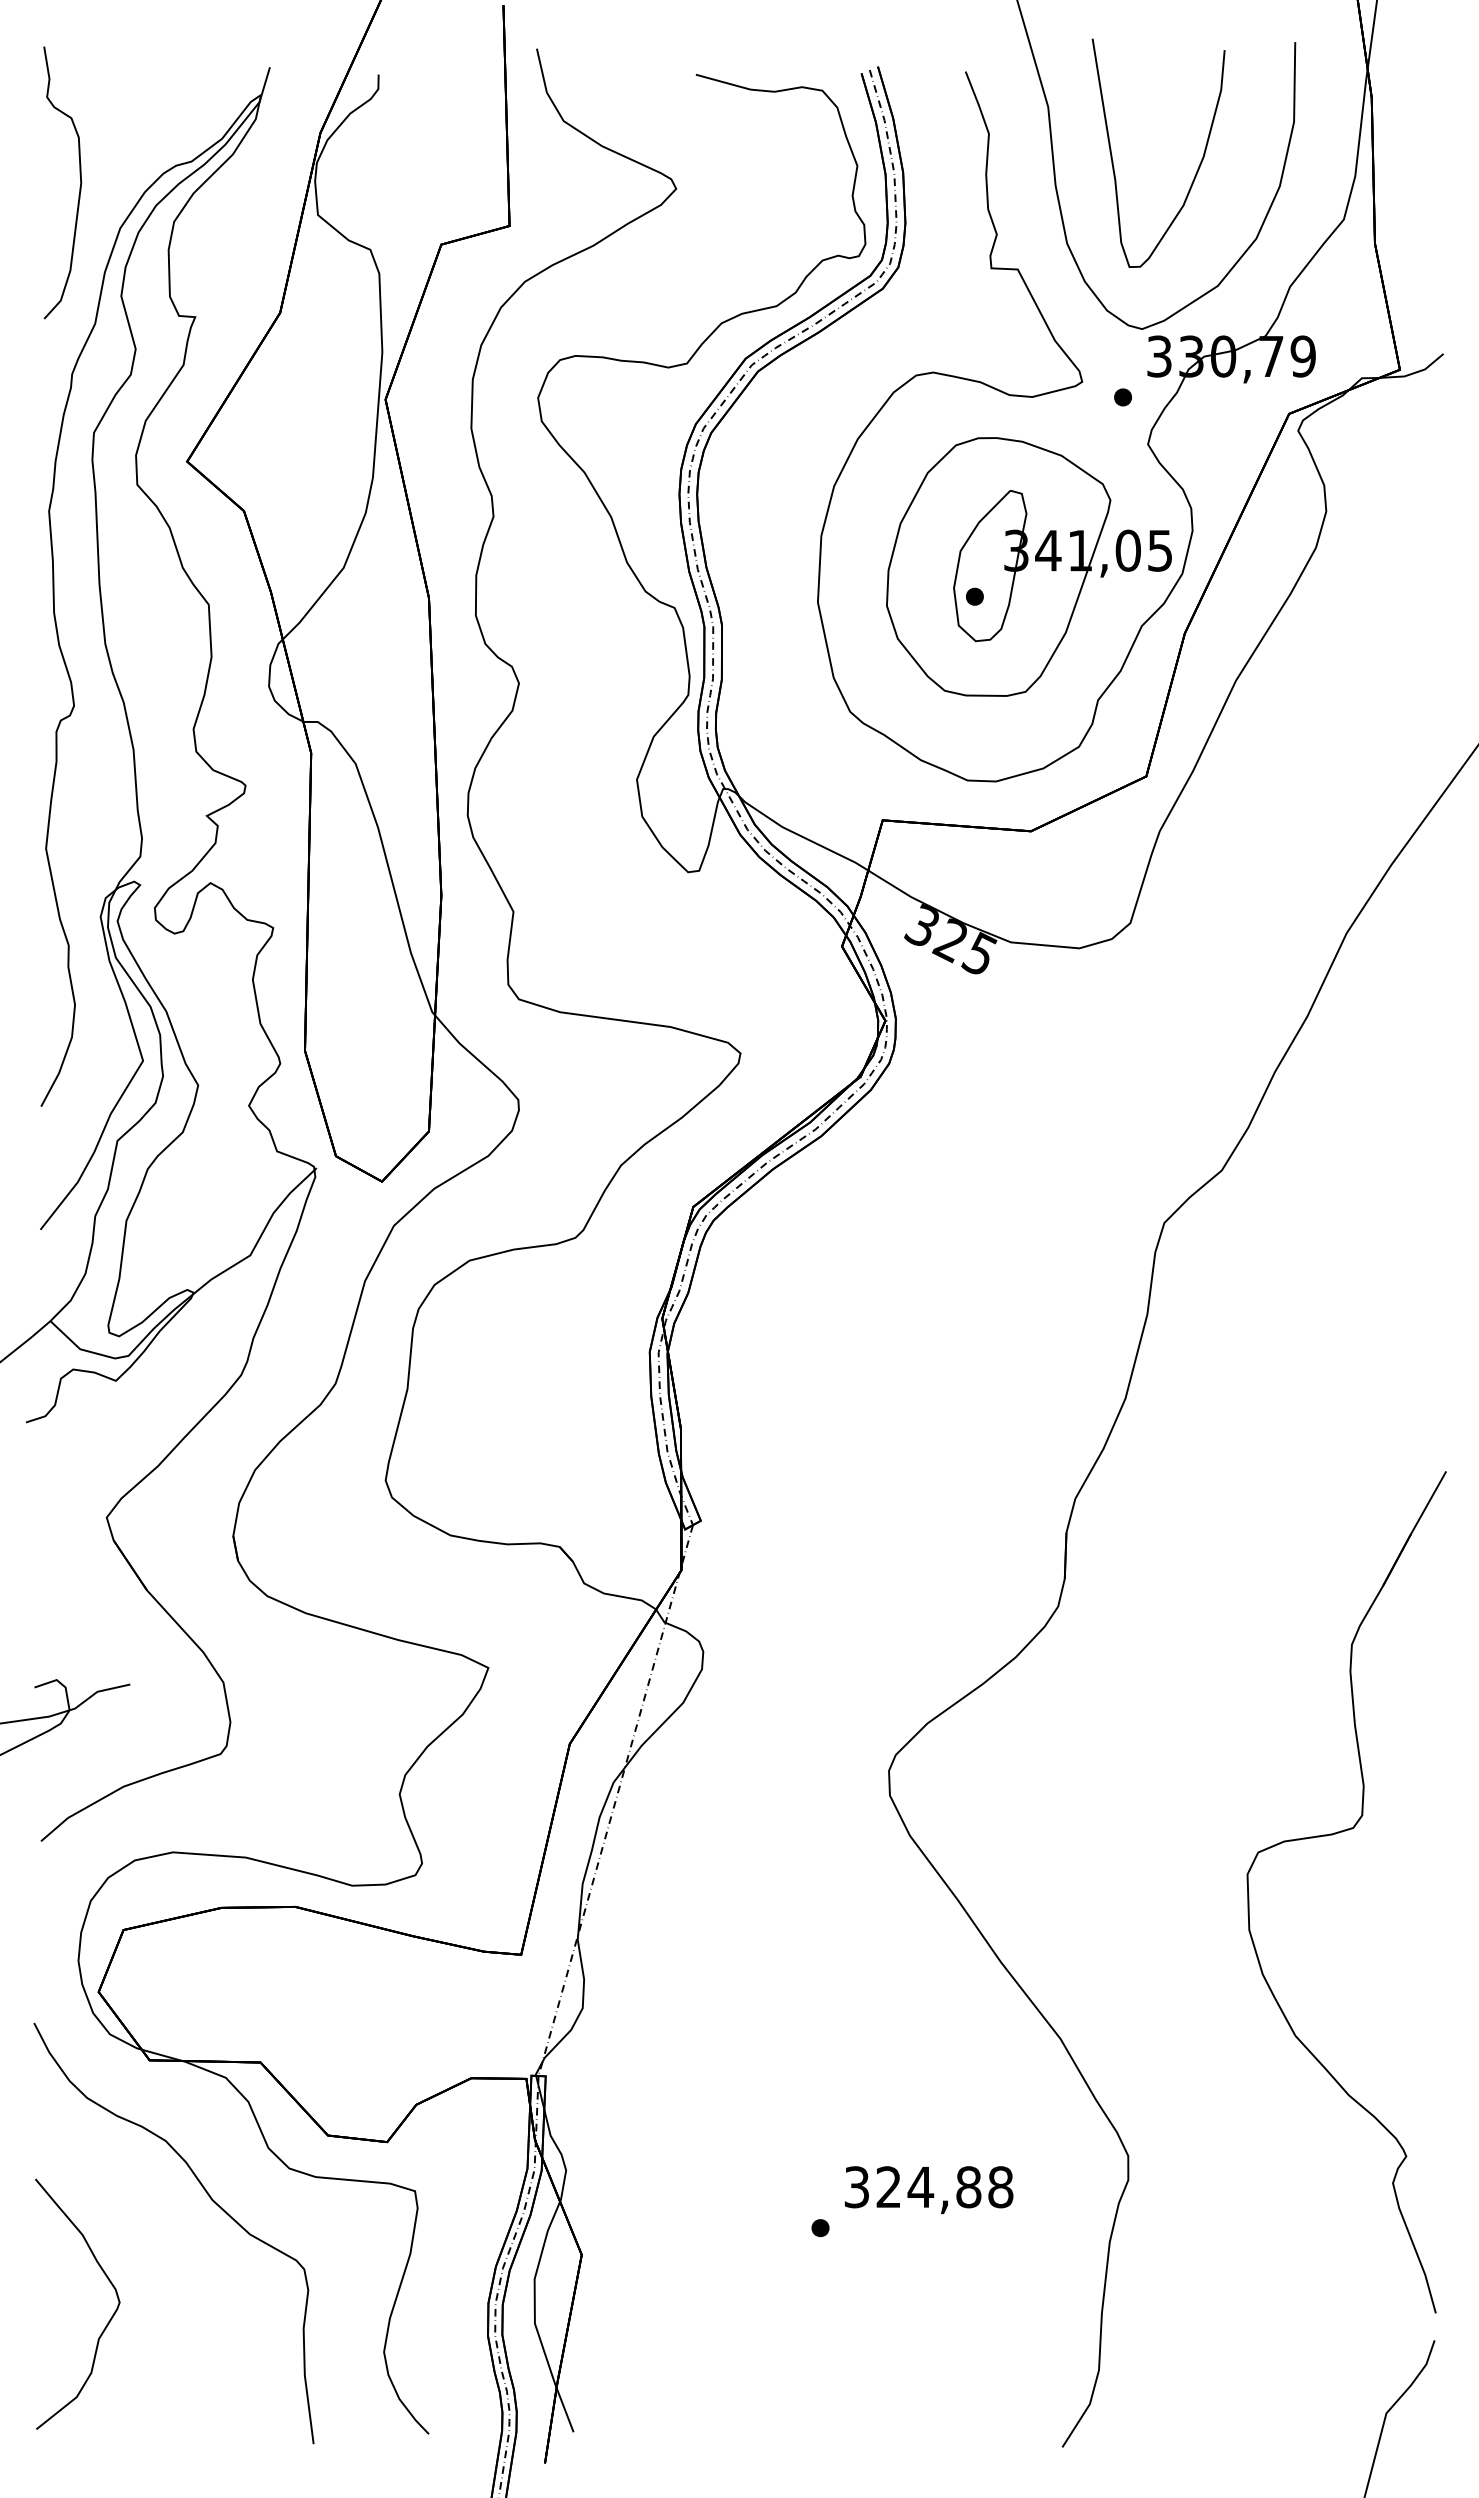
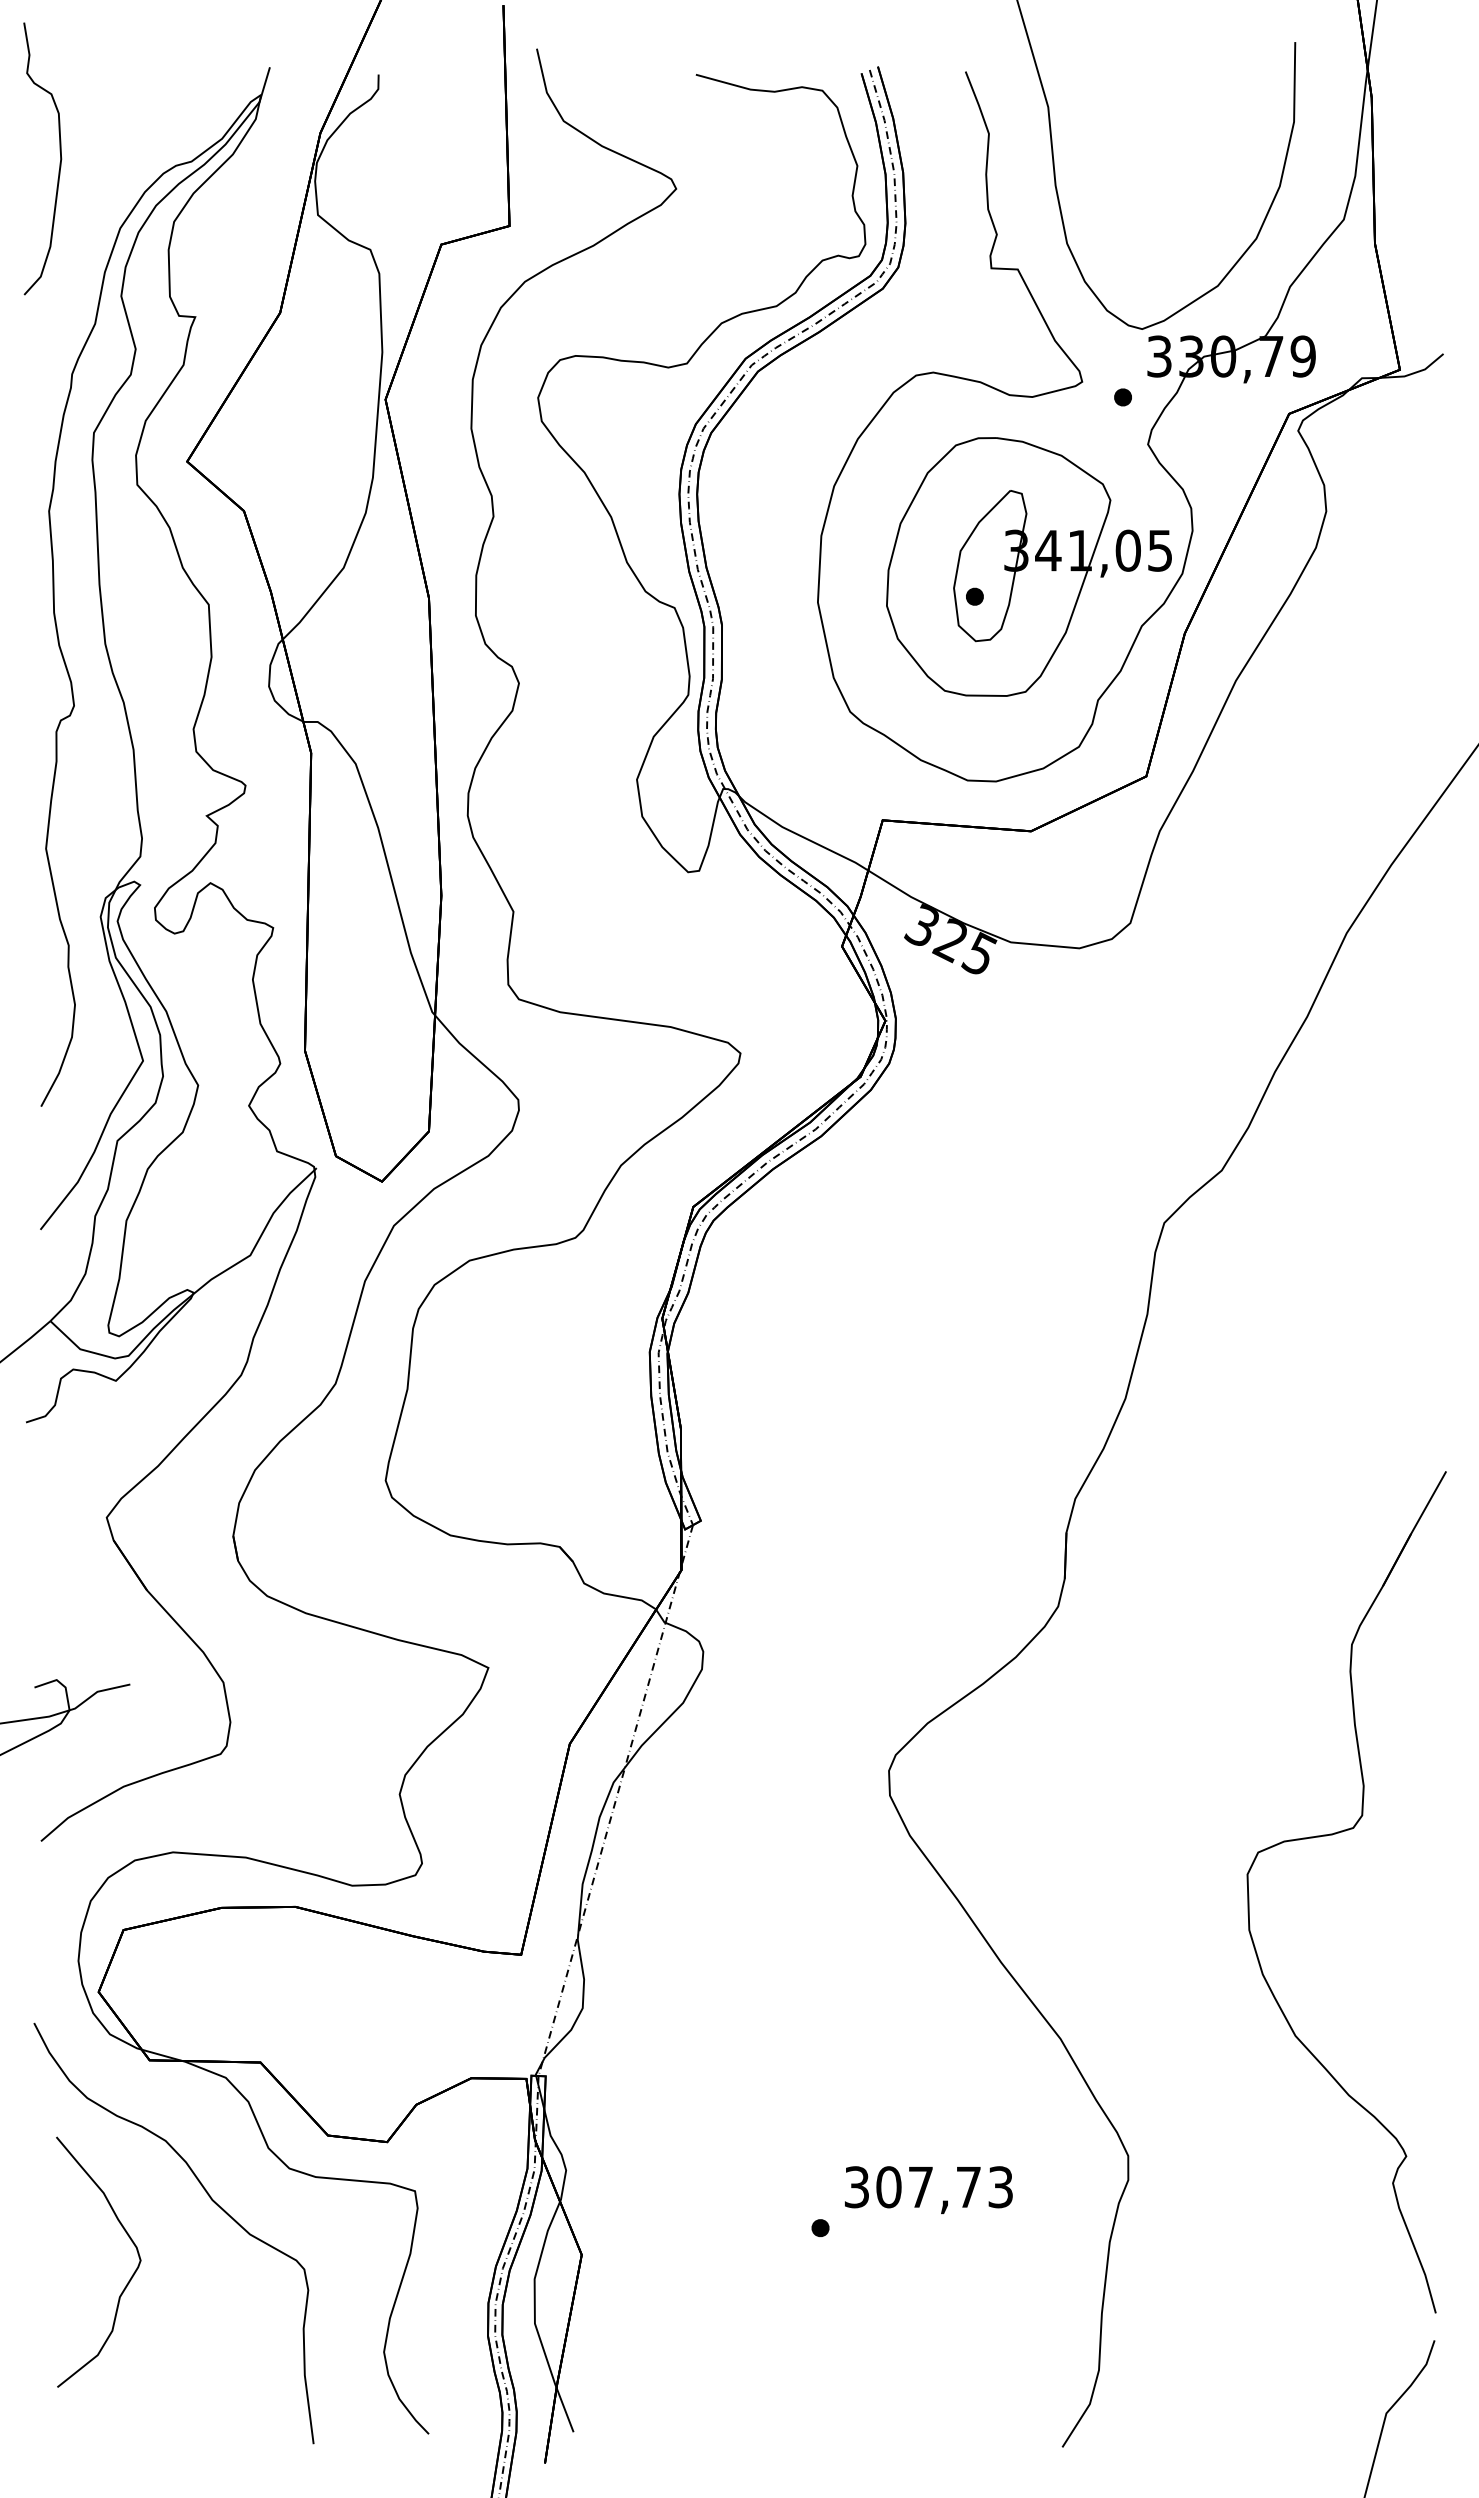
curve at (1197, 168): present -> none
curve at (79, 186) position: (79, 186) -> (59, 162)
text at (944, 2187): 324,88 -> 307,73
curve at (109, 2319) position: (109, 2319) -> (130, 2277)
